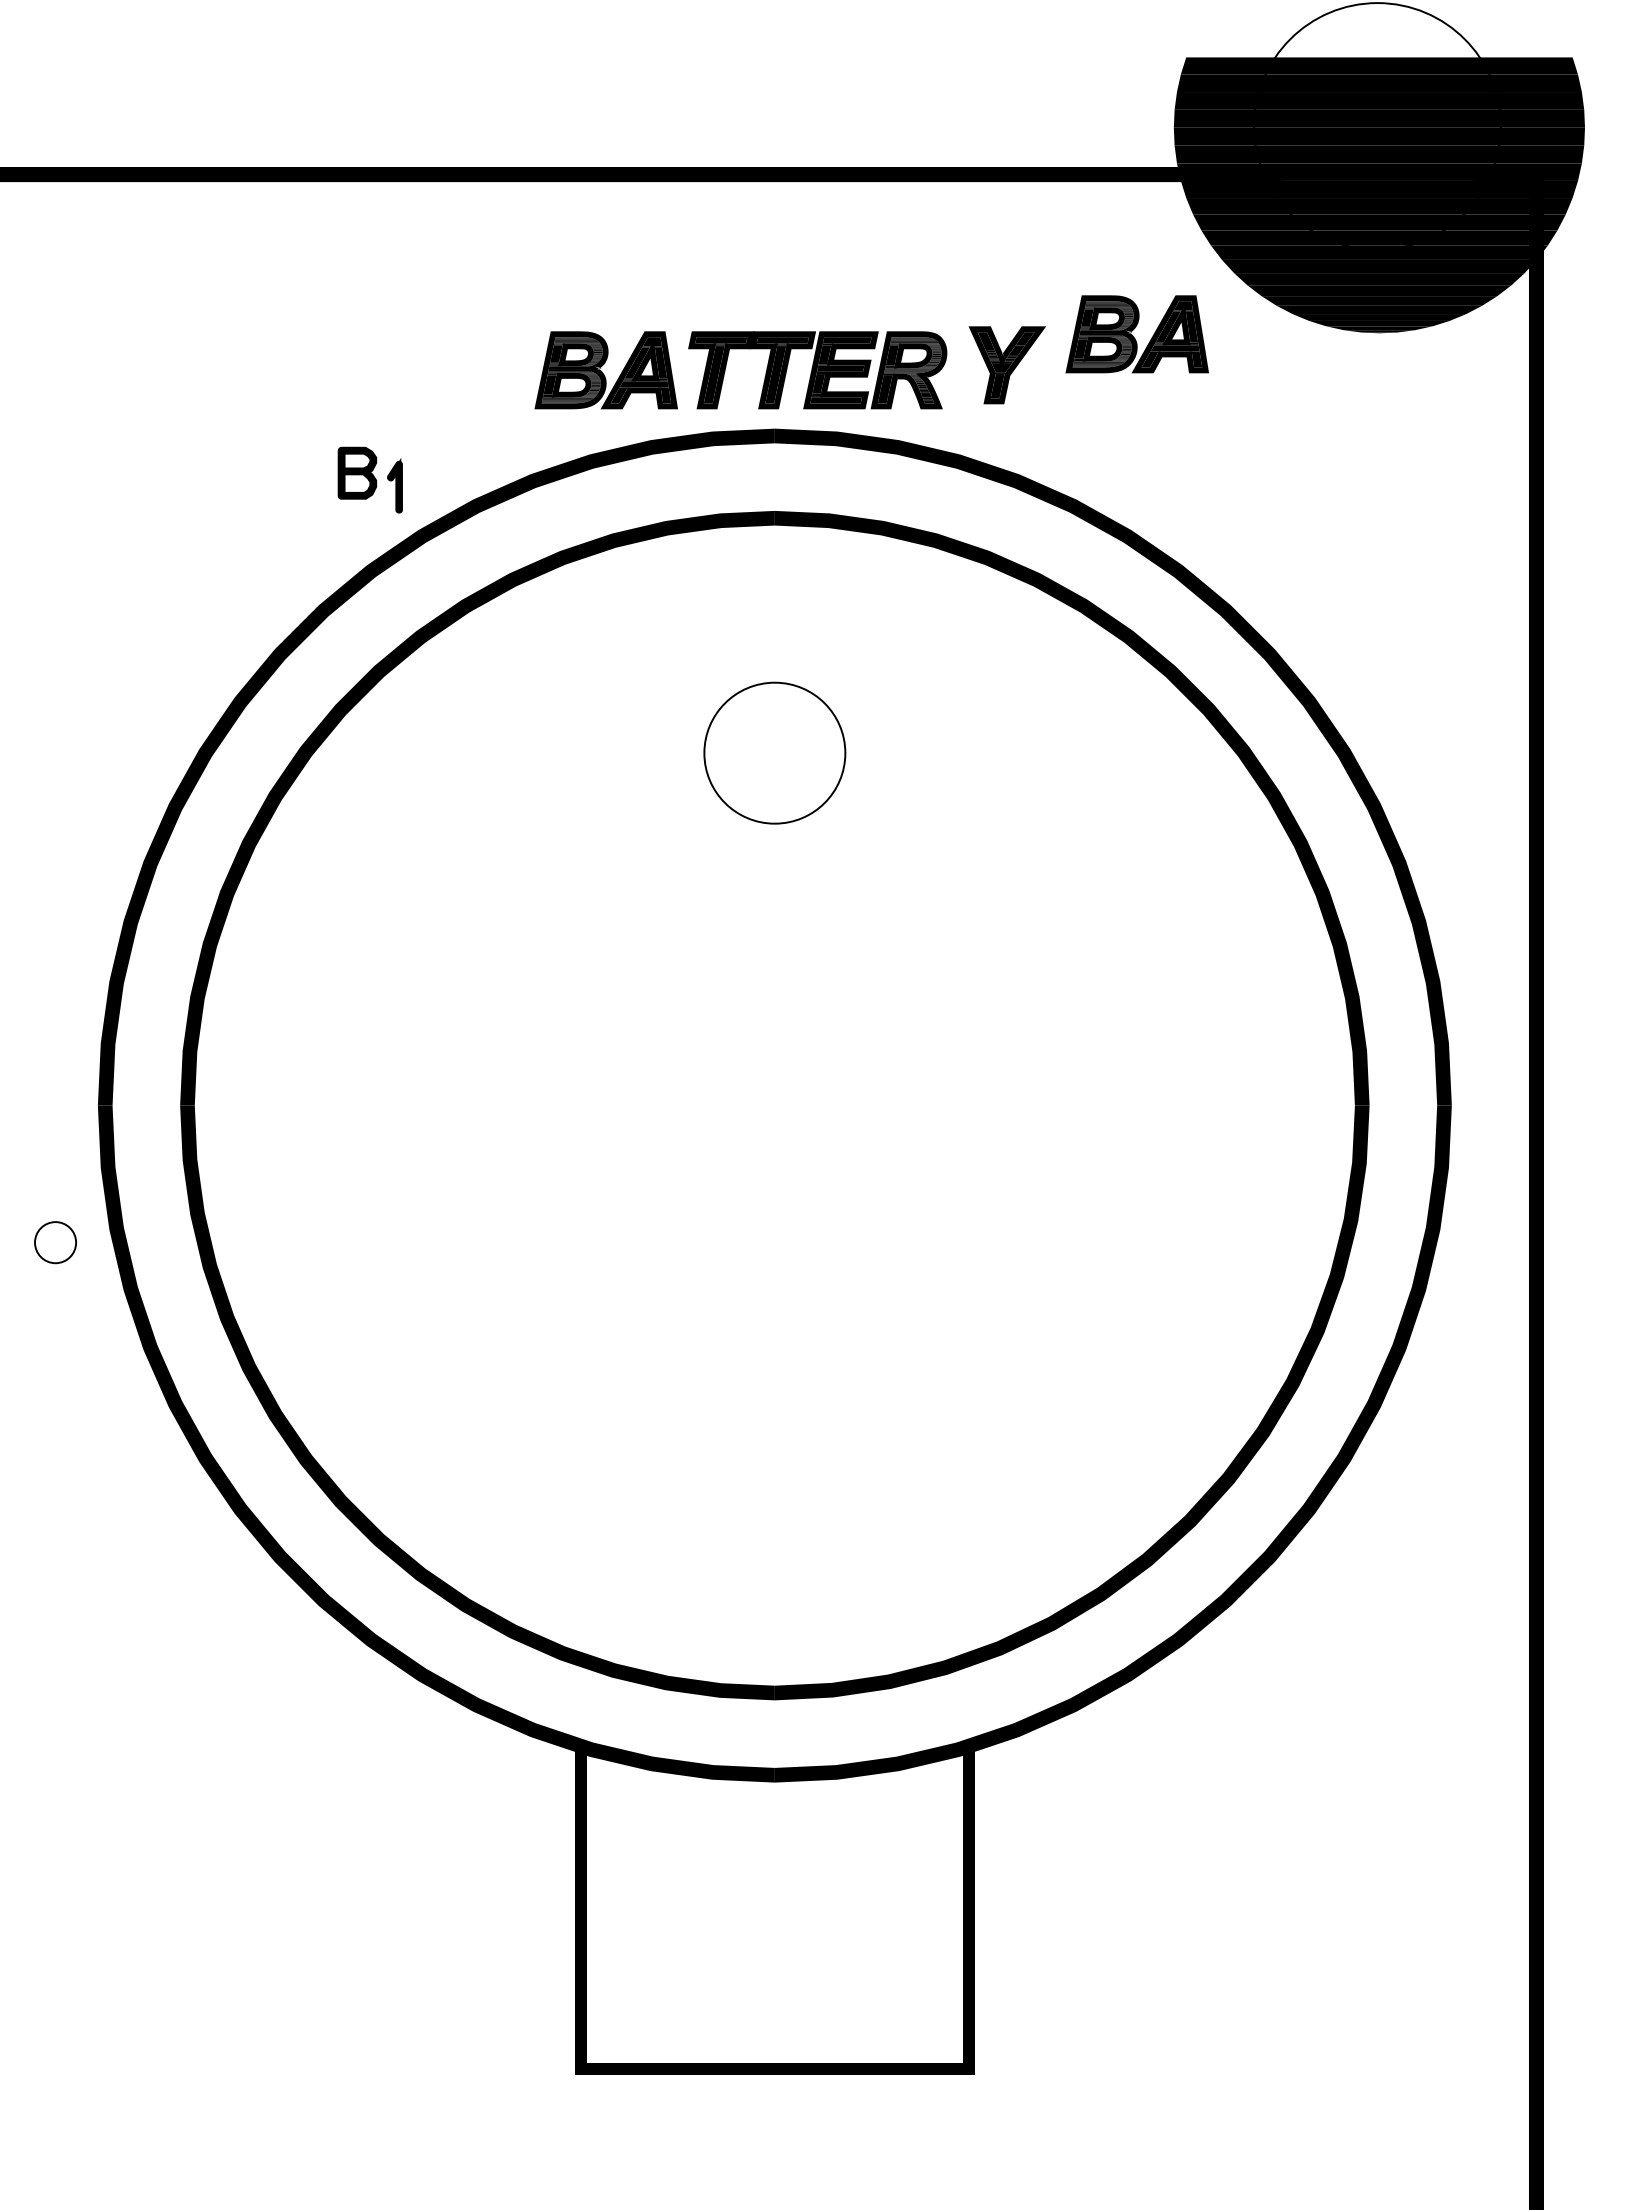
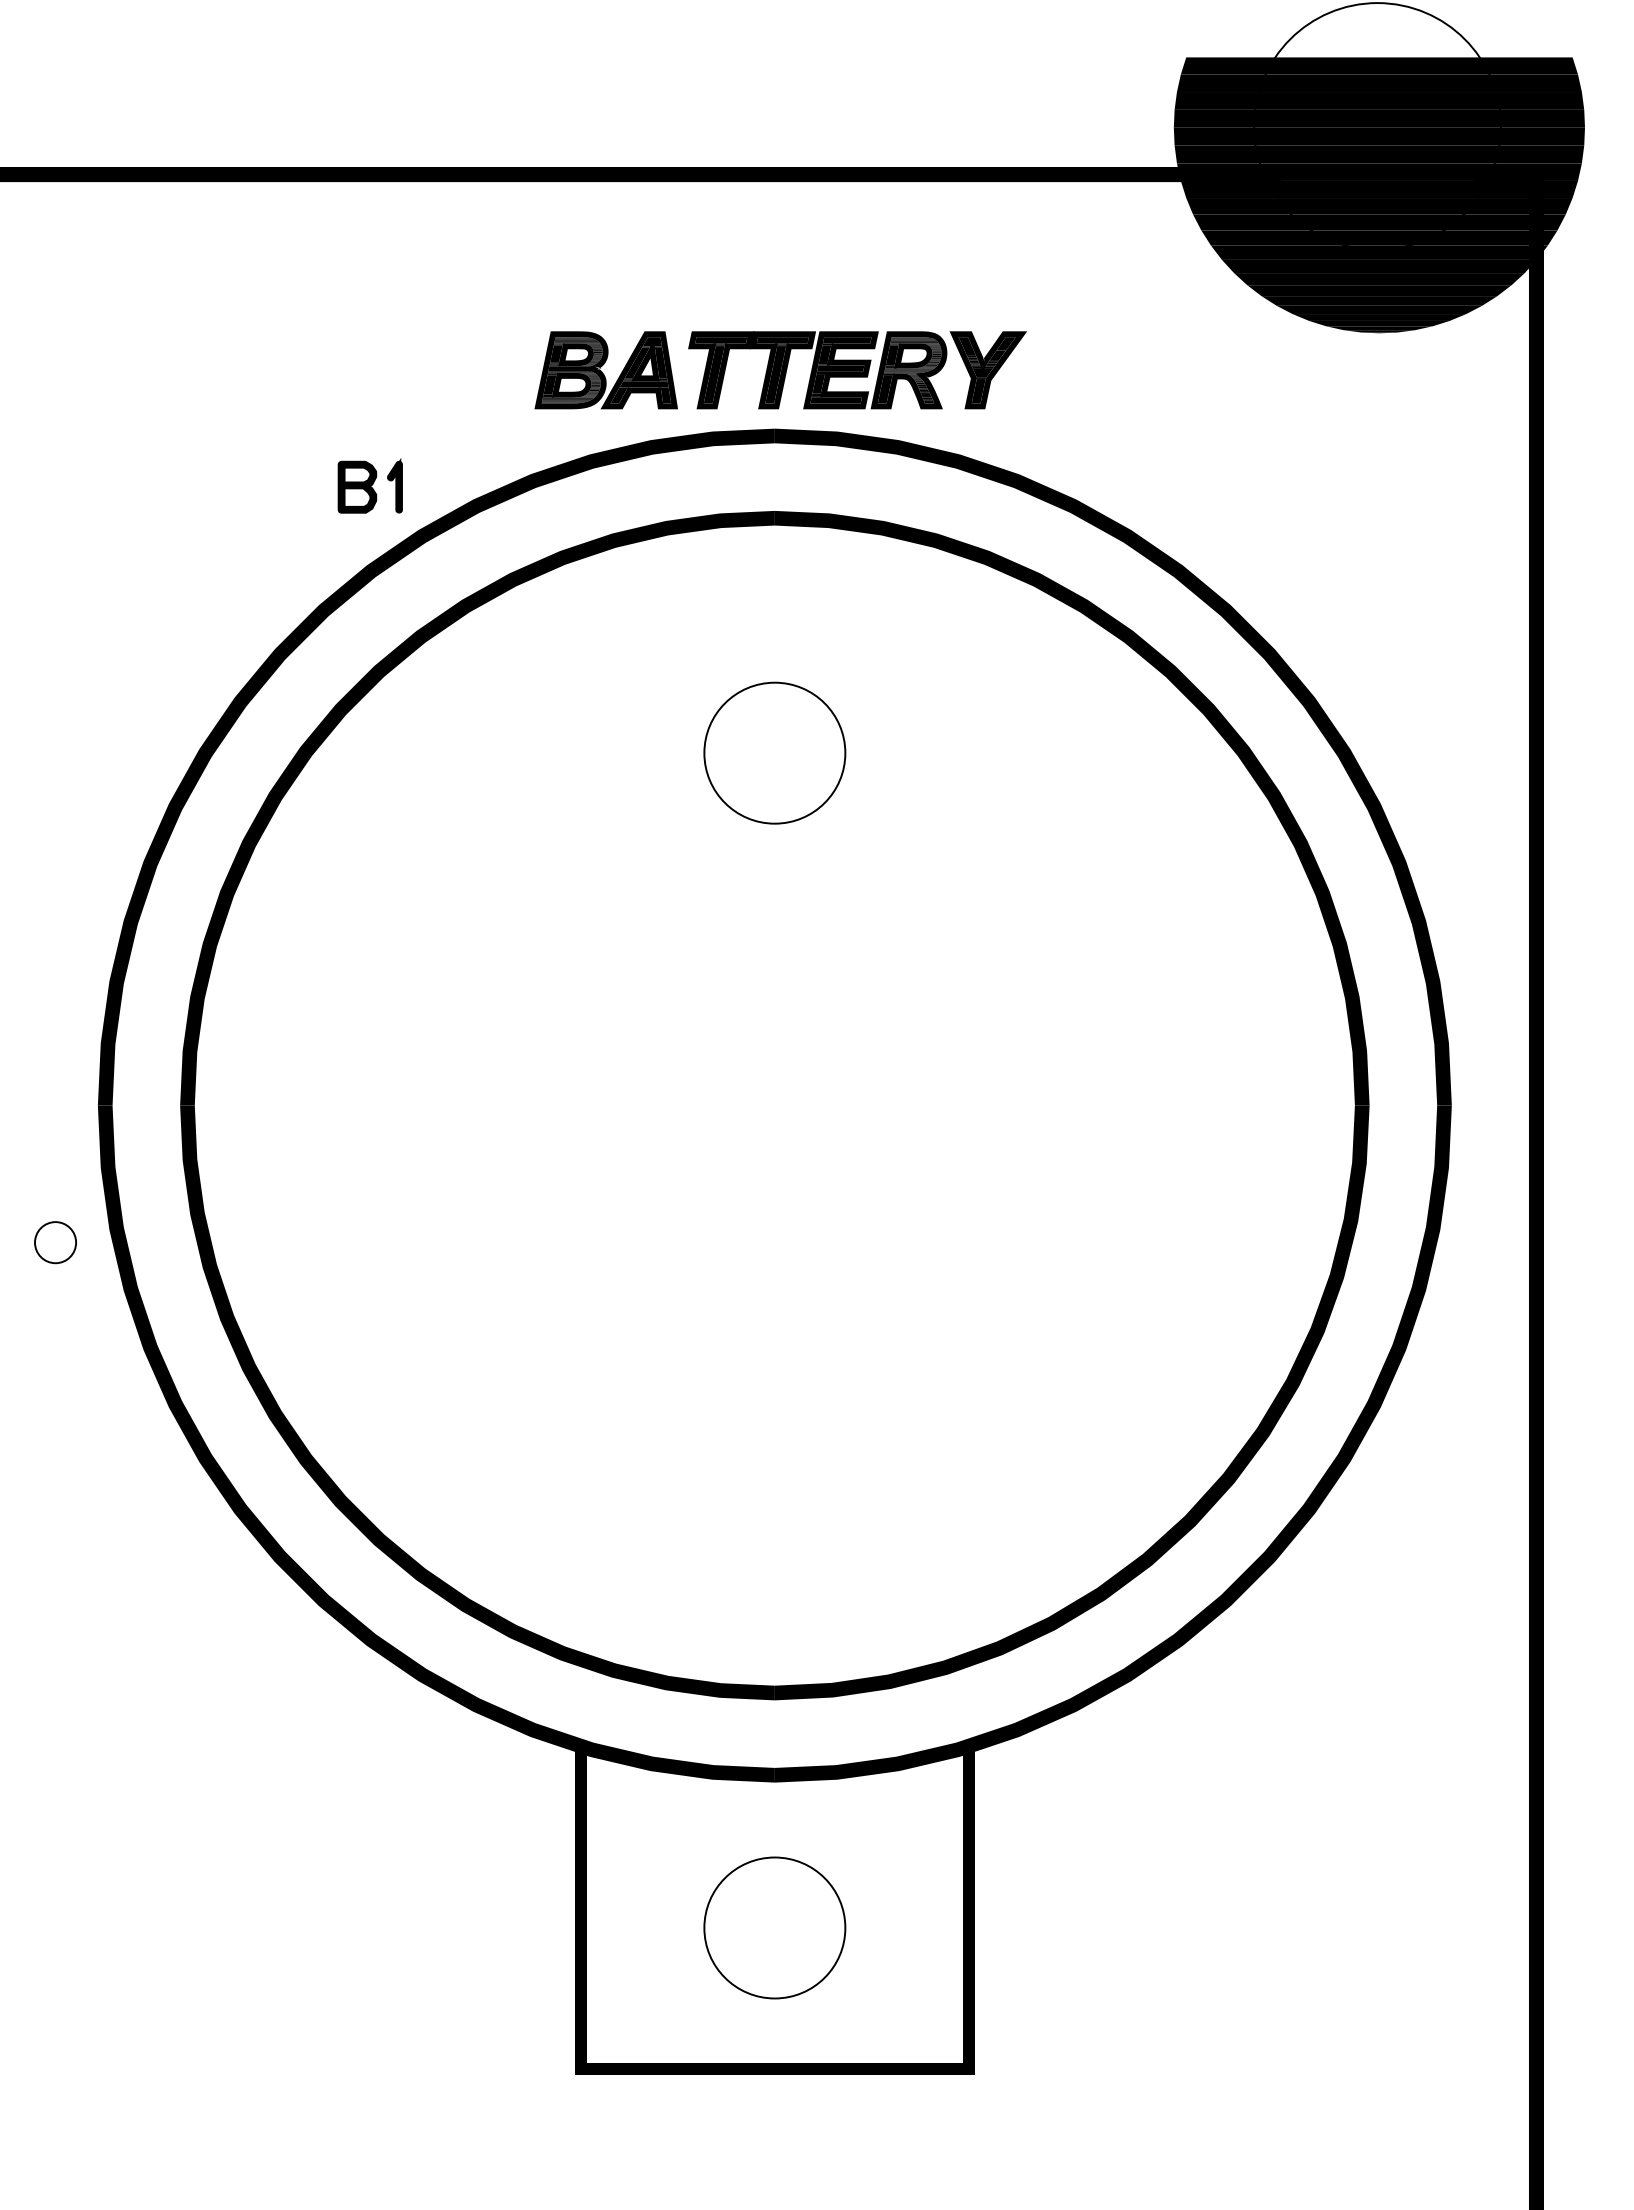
part at (1136, 334): present -> none
part at (1006, 365) position: (1006, 365) -> (987, 370)
part at (357, 472) position: (357, 472) -> (357, 486)
part at (774, 1927): none -> present
